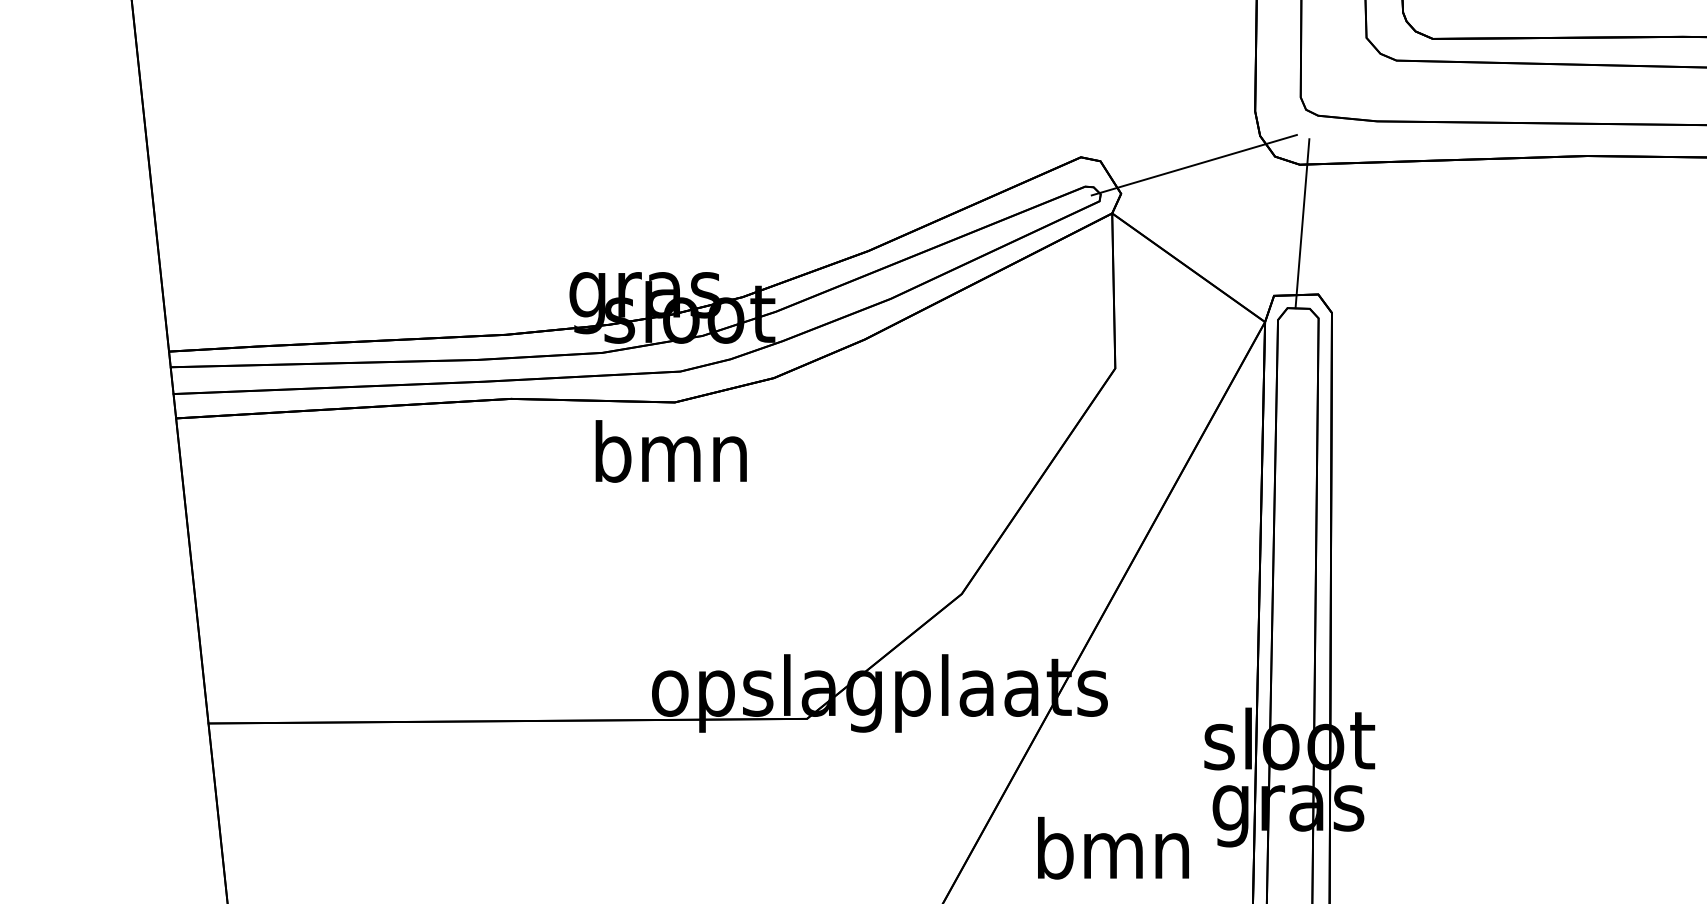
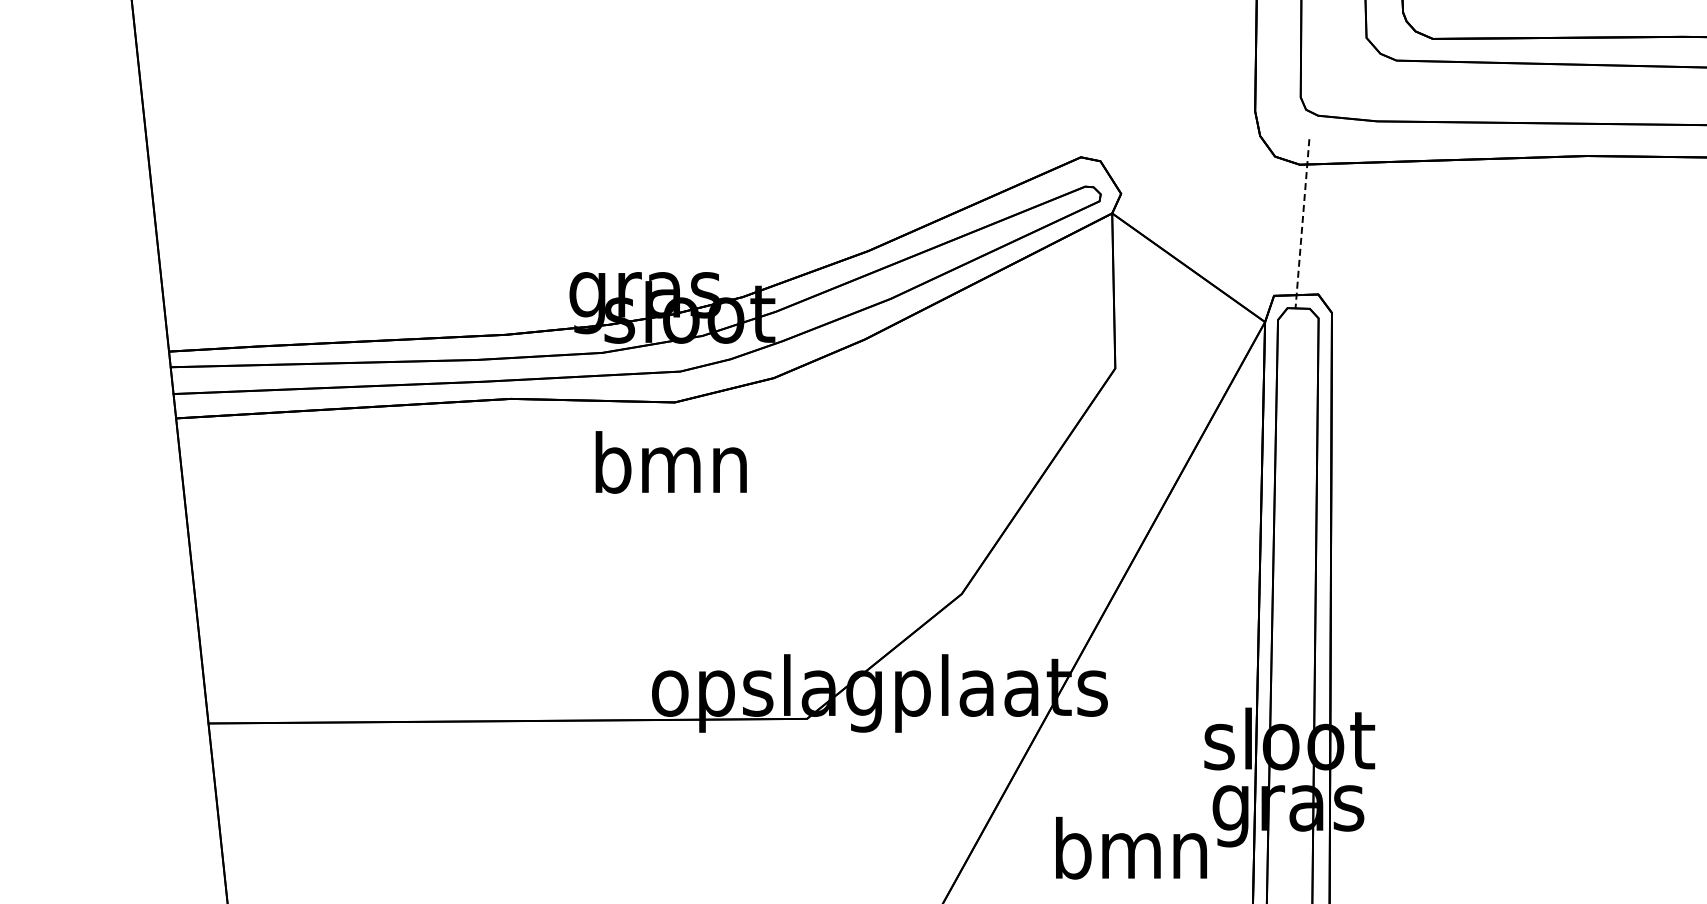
line at (1193, 165): present -> none
line at (1302, 223): solid -> dashed
text at (670, 451) position: (670, 451) -> (670, 462)
text at (1113, 847) position: (1113, 847) -> (1131, 847)
